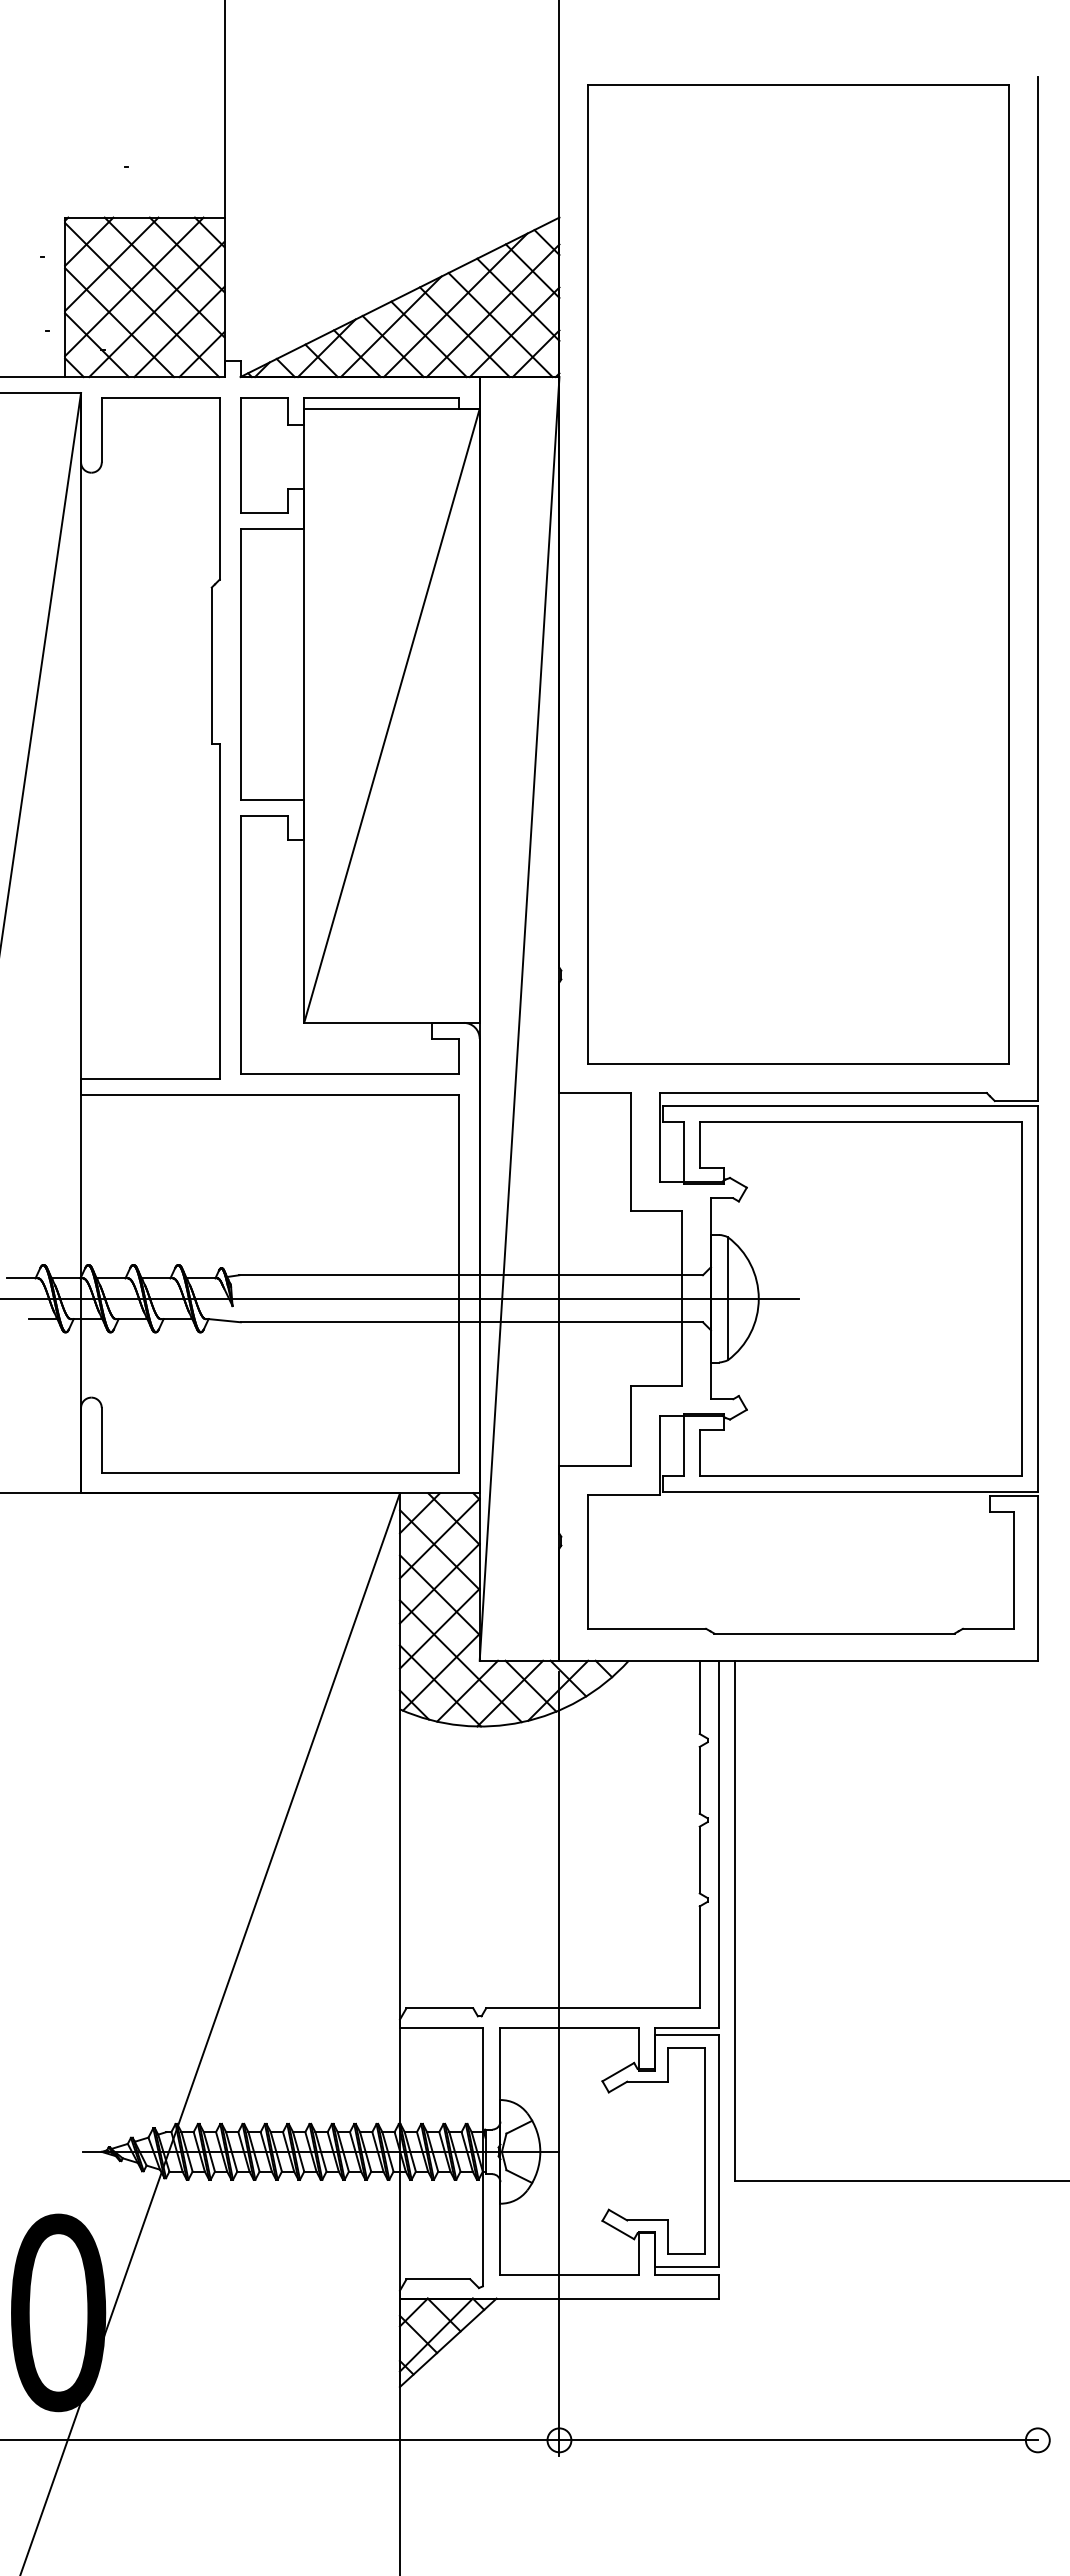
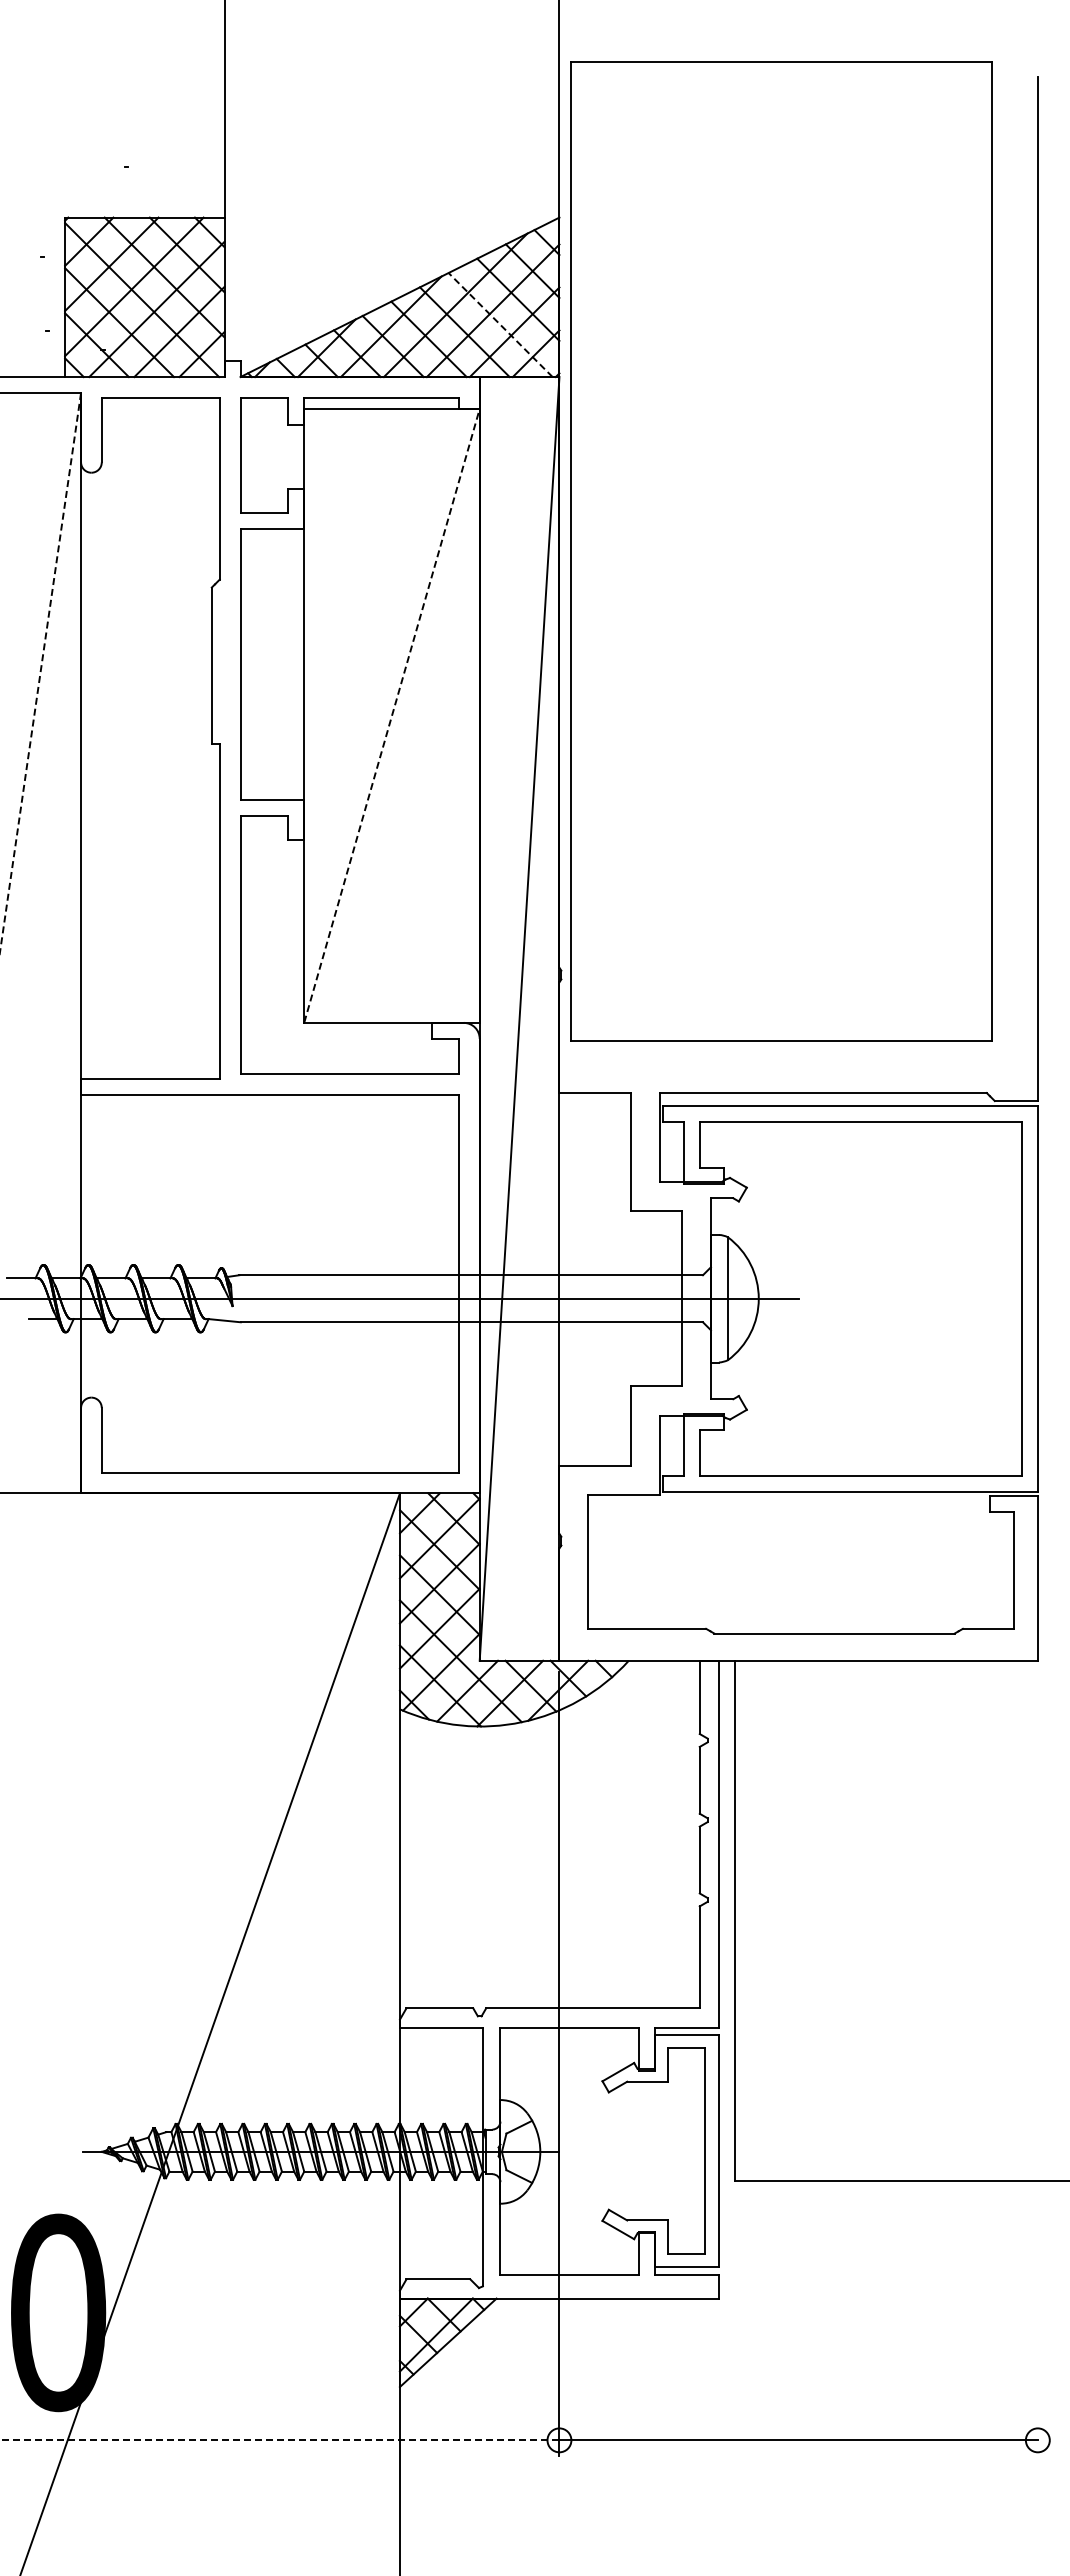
line at (500, 325): solid -> dashed
part at (798, 574) position: (798, 574) -> (781, 551)
line at (40, 673): solid -> dashed
line at (392, 715): solid -> dashed
line at (279, 2440): solid -> dashed
